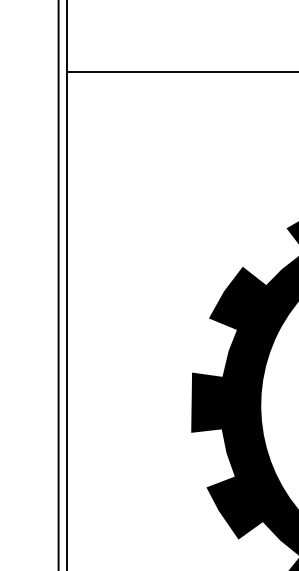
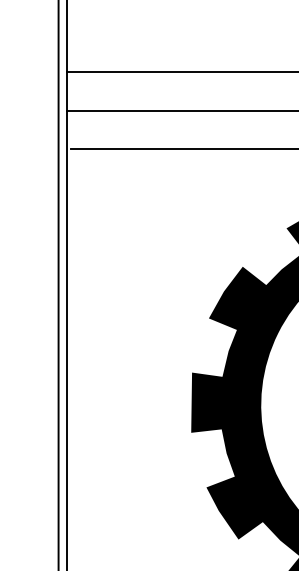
line at (181, 110): none -> present
line at (182, 149): none -> present
